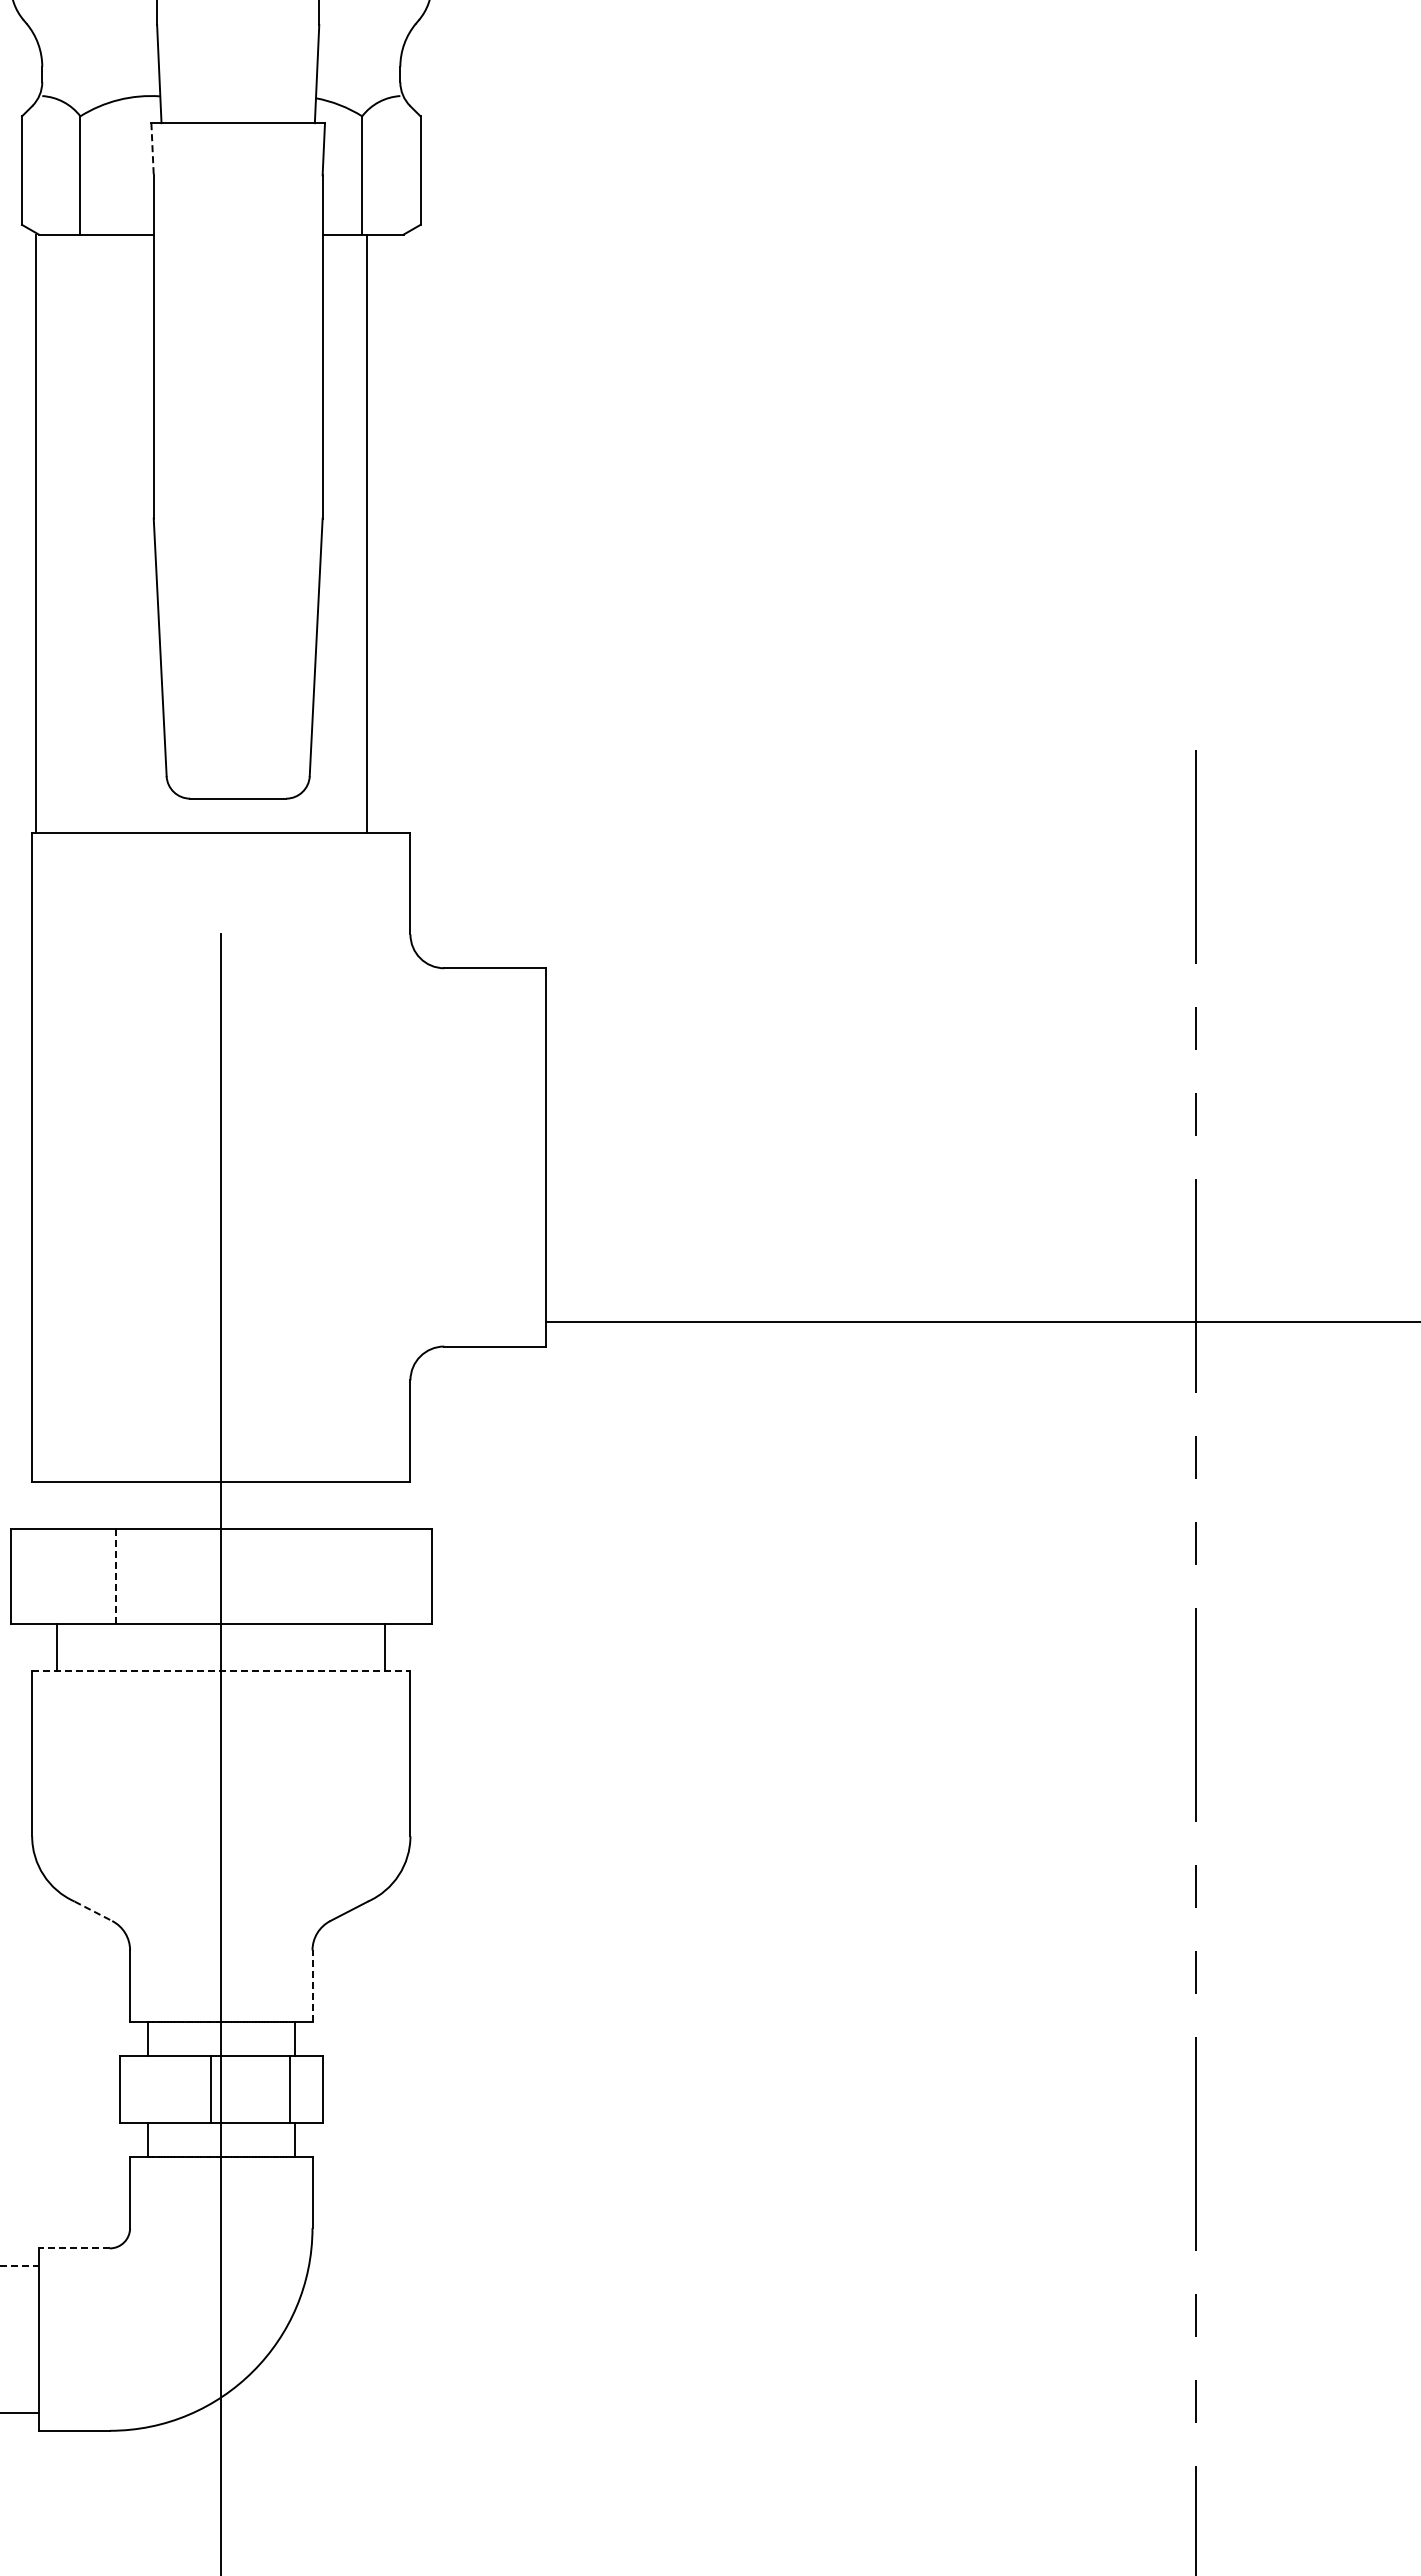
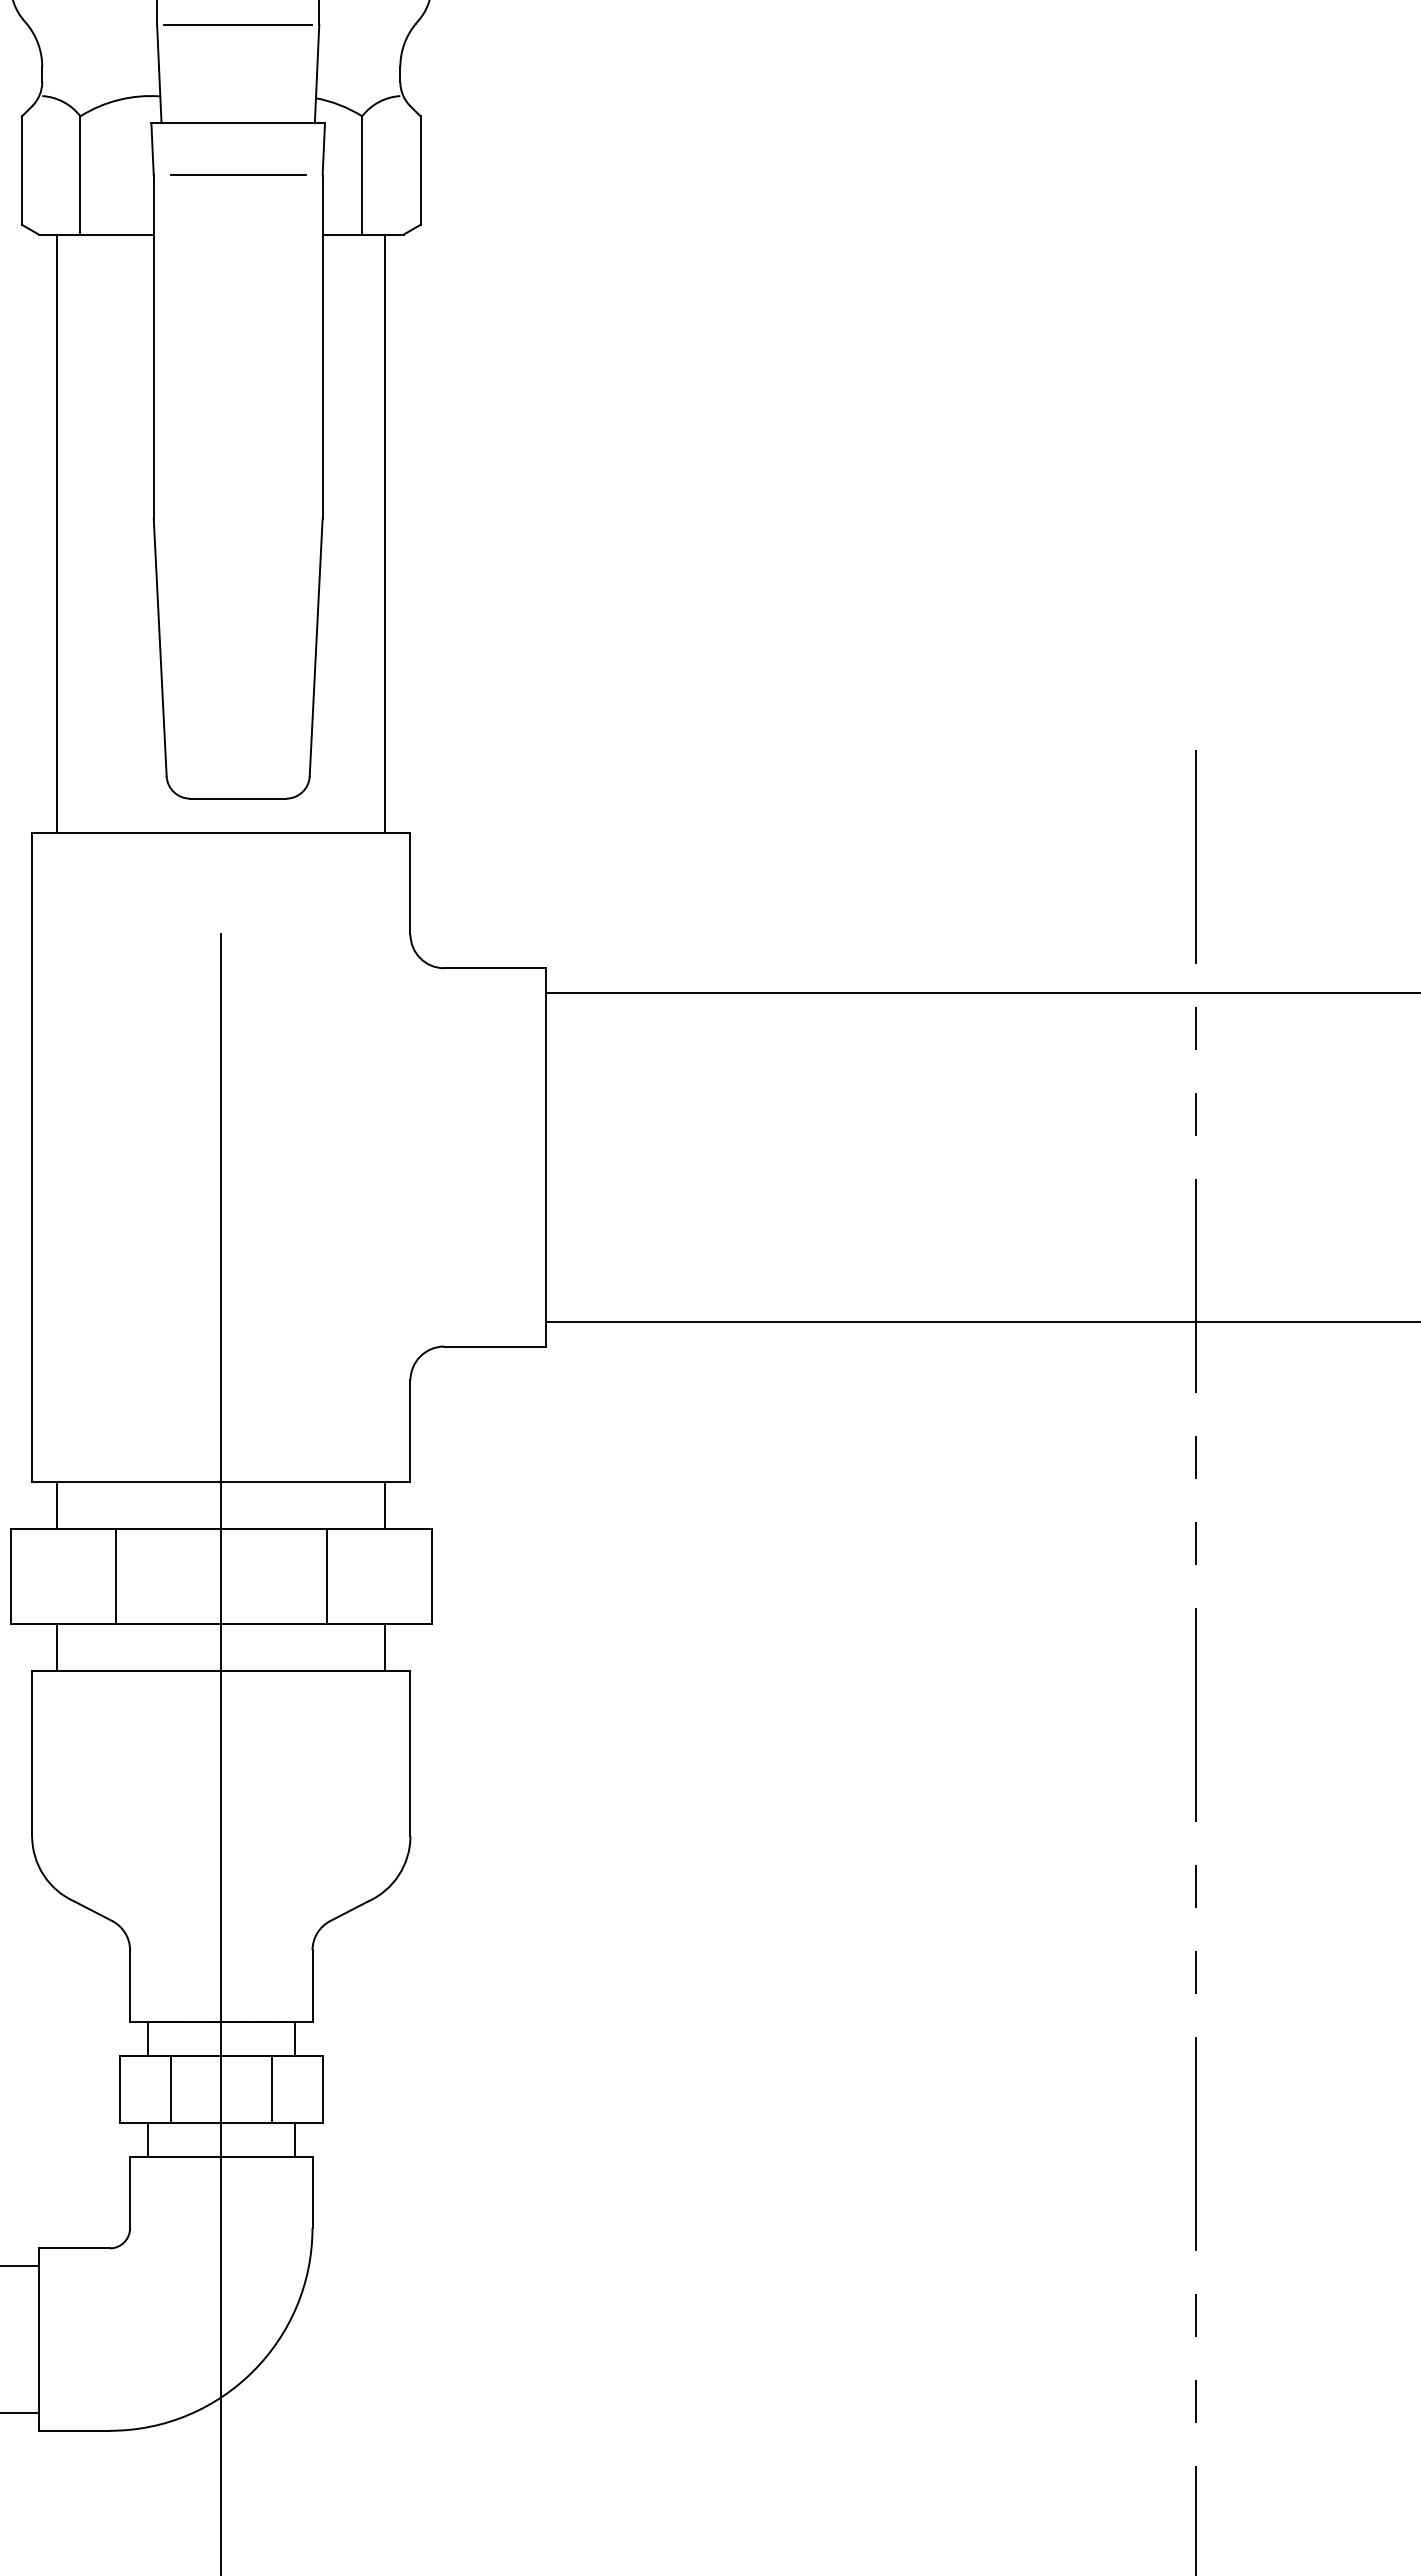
line at (238, 25): none -> present
line at (152, 149): dashed -> solid
line at (238, 174): none -> present
line at (36, 533) position: (36, 533) -> (57, 533)
line at (367, 533) position: (367, 533) -> (385, 533)
line at (981, 993): none -> present
line at (57, 1504): none -> present
line at (385, 1504): none -> present
line at (115, 1575): dashed -> solid
line at (326, 1575): none -> present
line at (221, 1670): dashed -> solid
line at (93, 1911): dashed -> solid
line at (312, 1986): dashed -> solid
line at (210, 2089) position: (210, 2089) -> (170, 2089)
line at (290, 2089) position: (290, 2089) -> (272, 2089)
line at (73, 2248): dashed -> solid
line at (19, 2266): dashed -> solid
